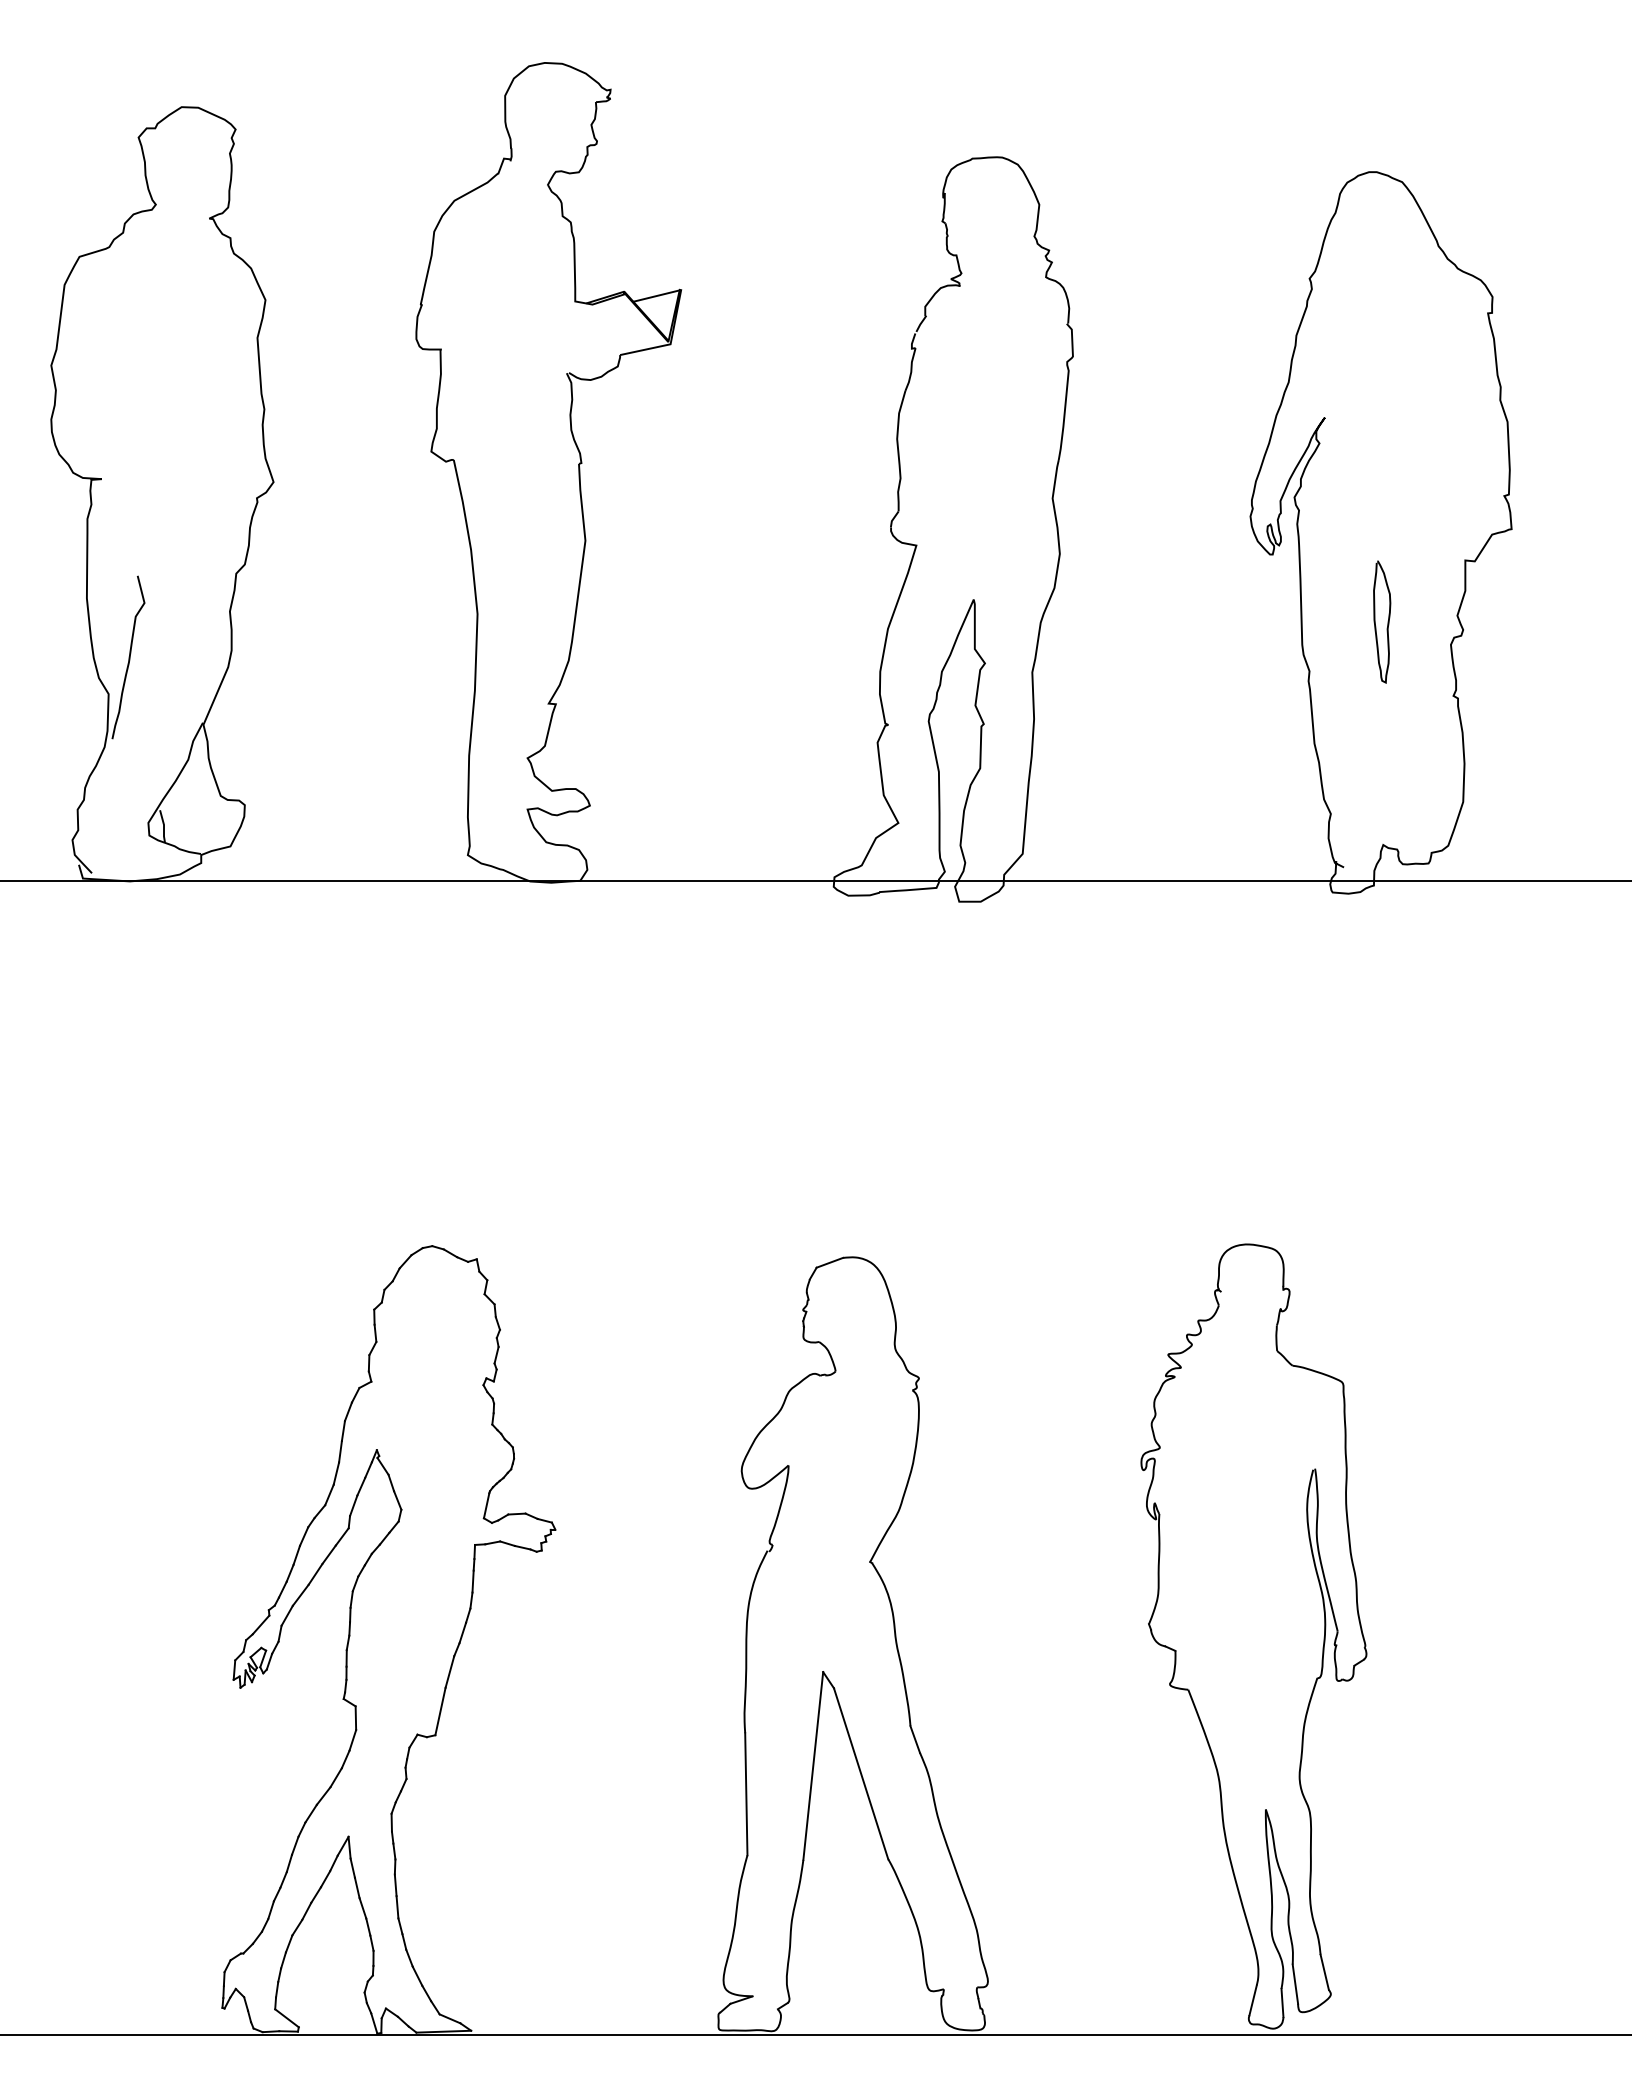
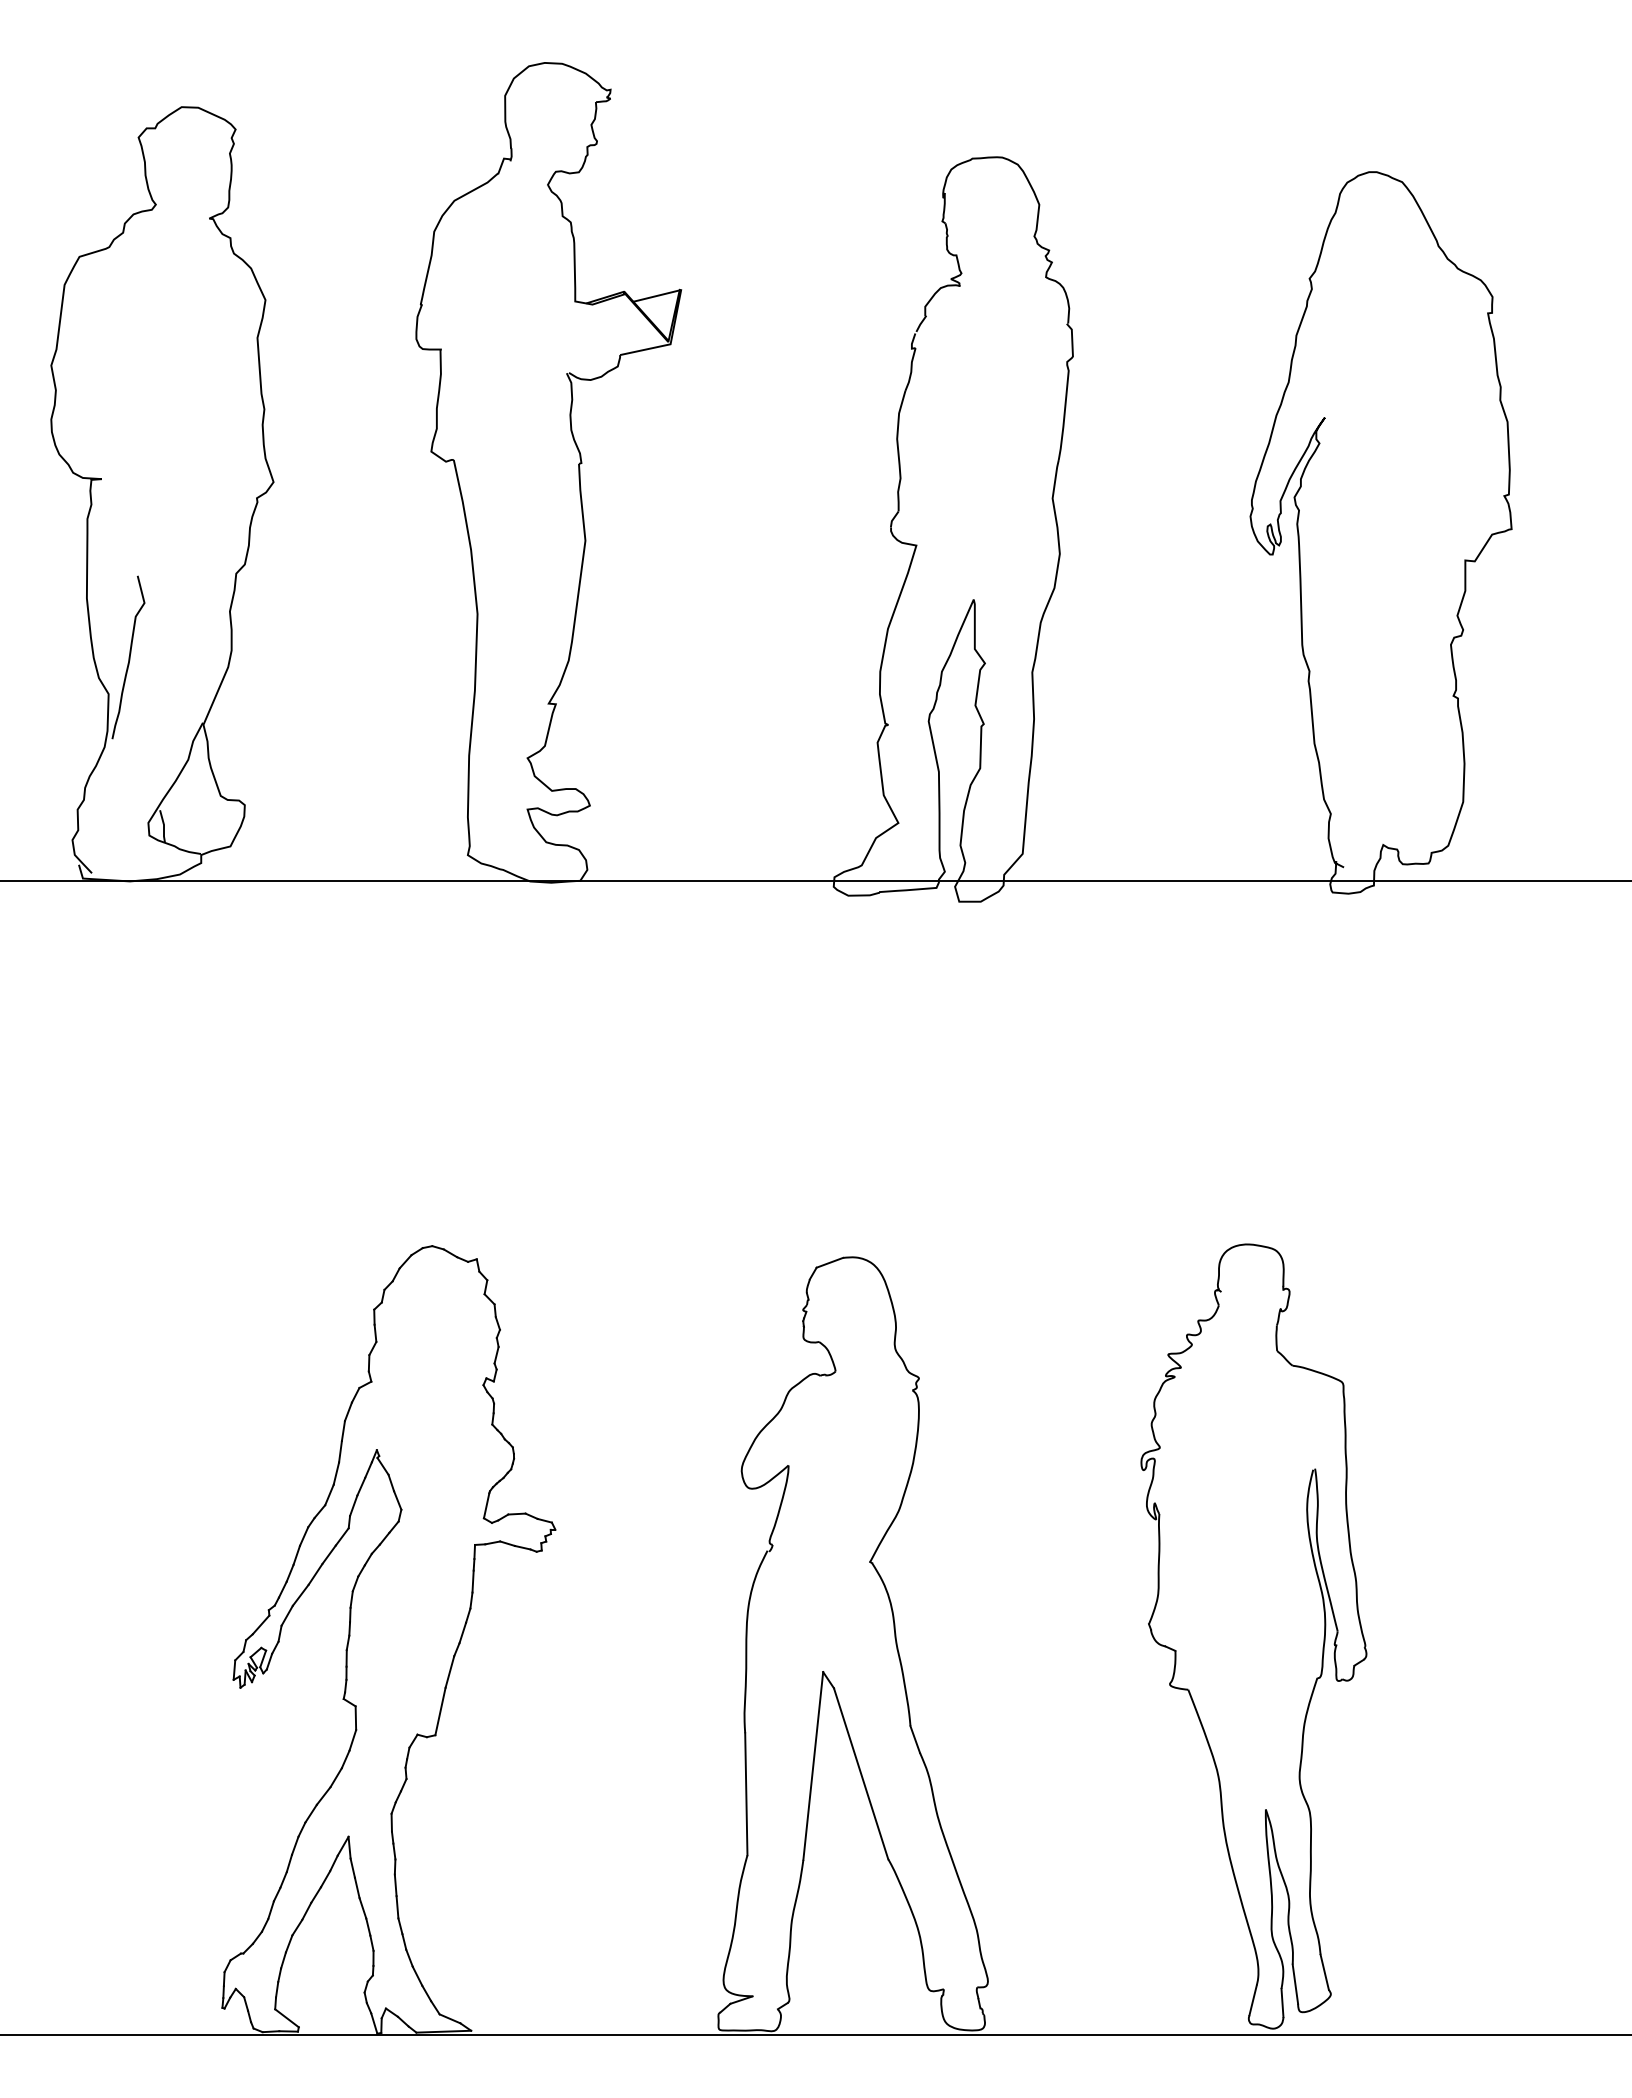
curve at (1387, 621): present -> none
